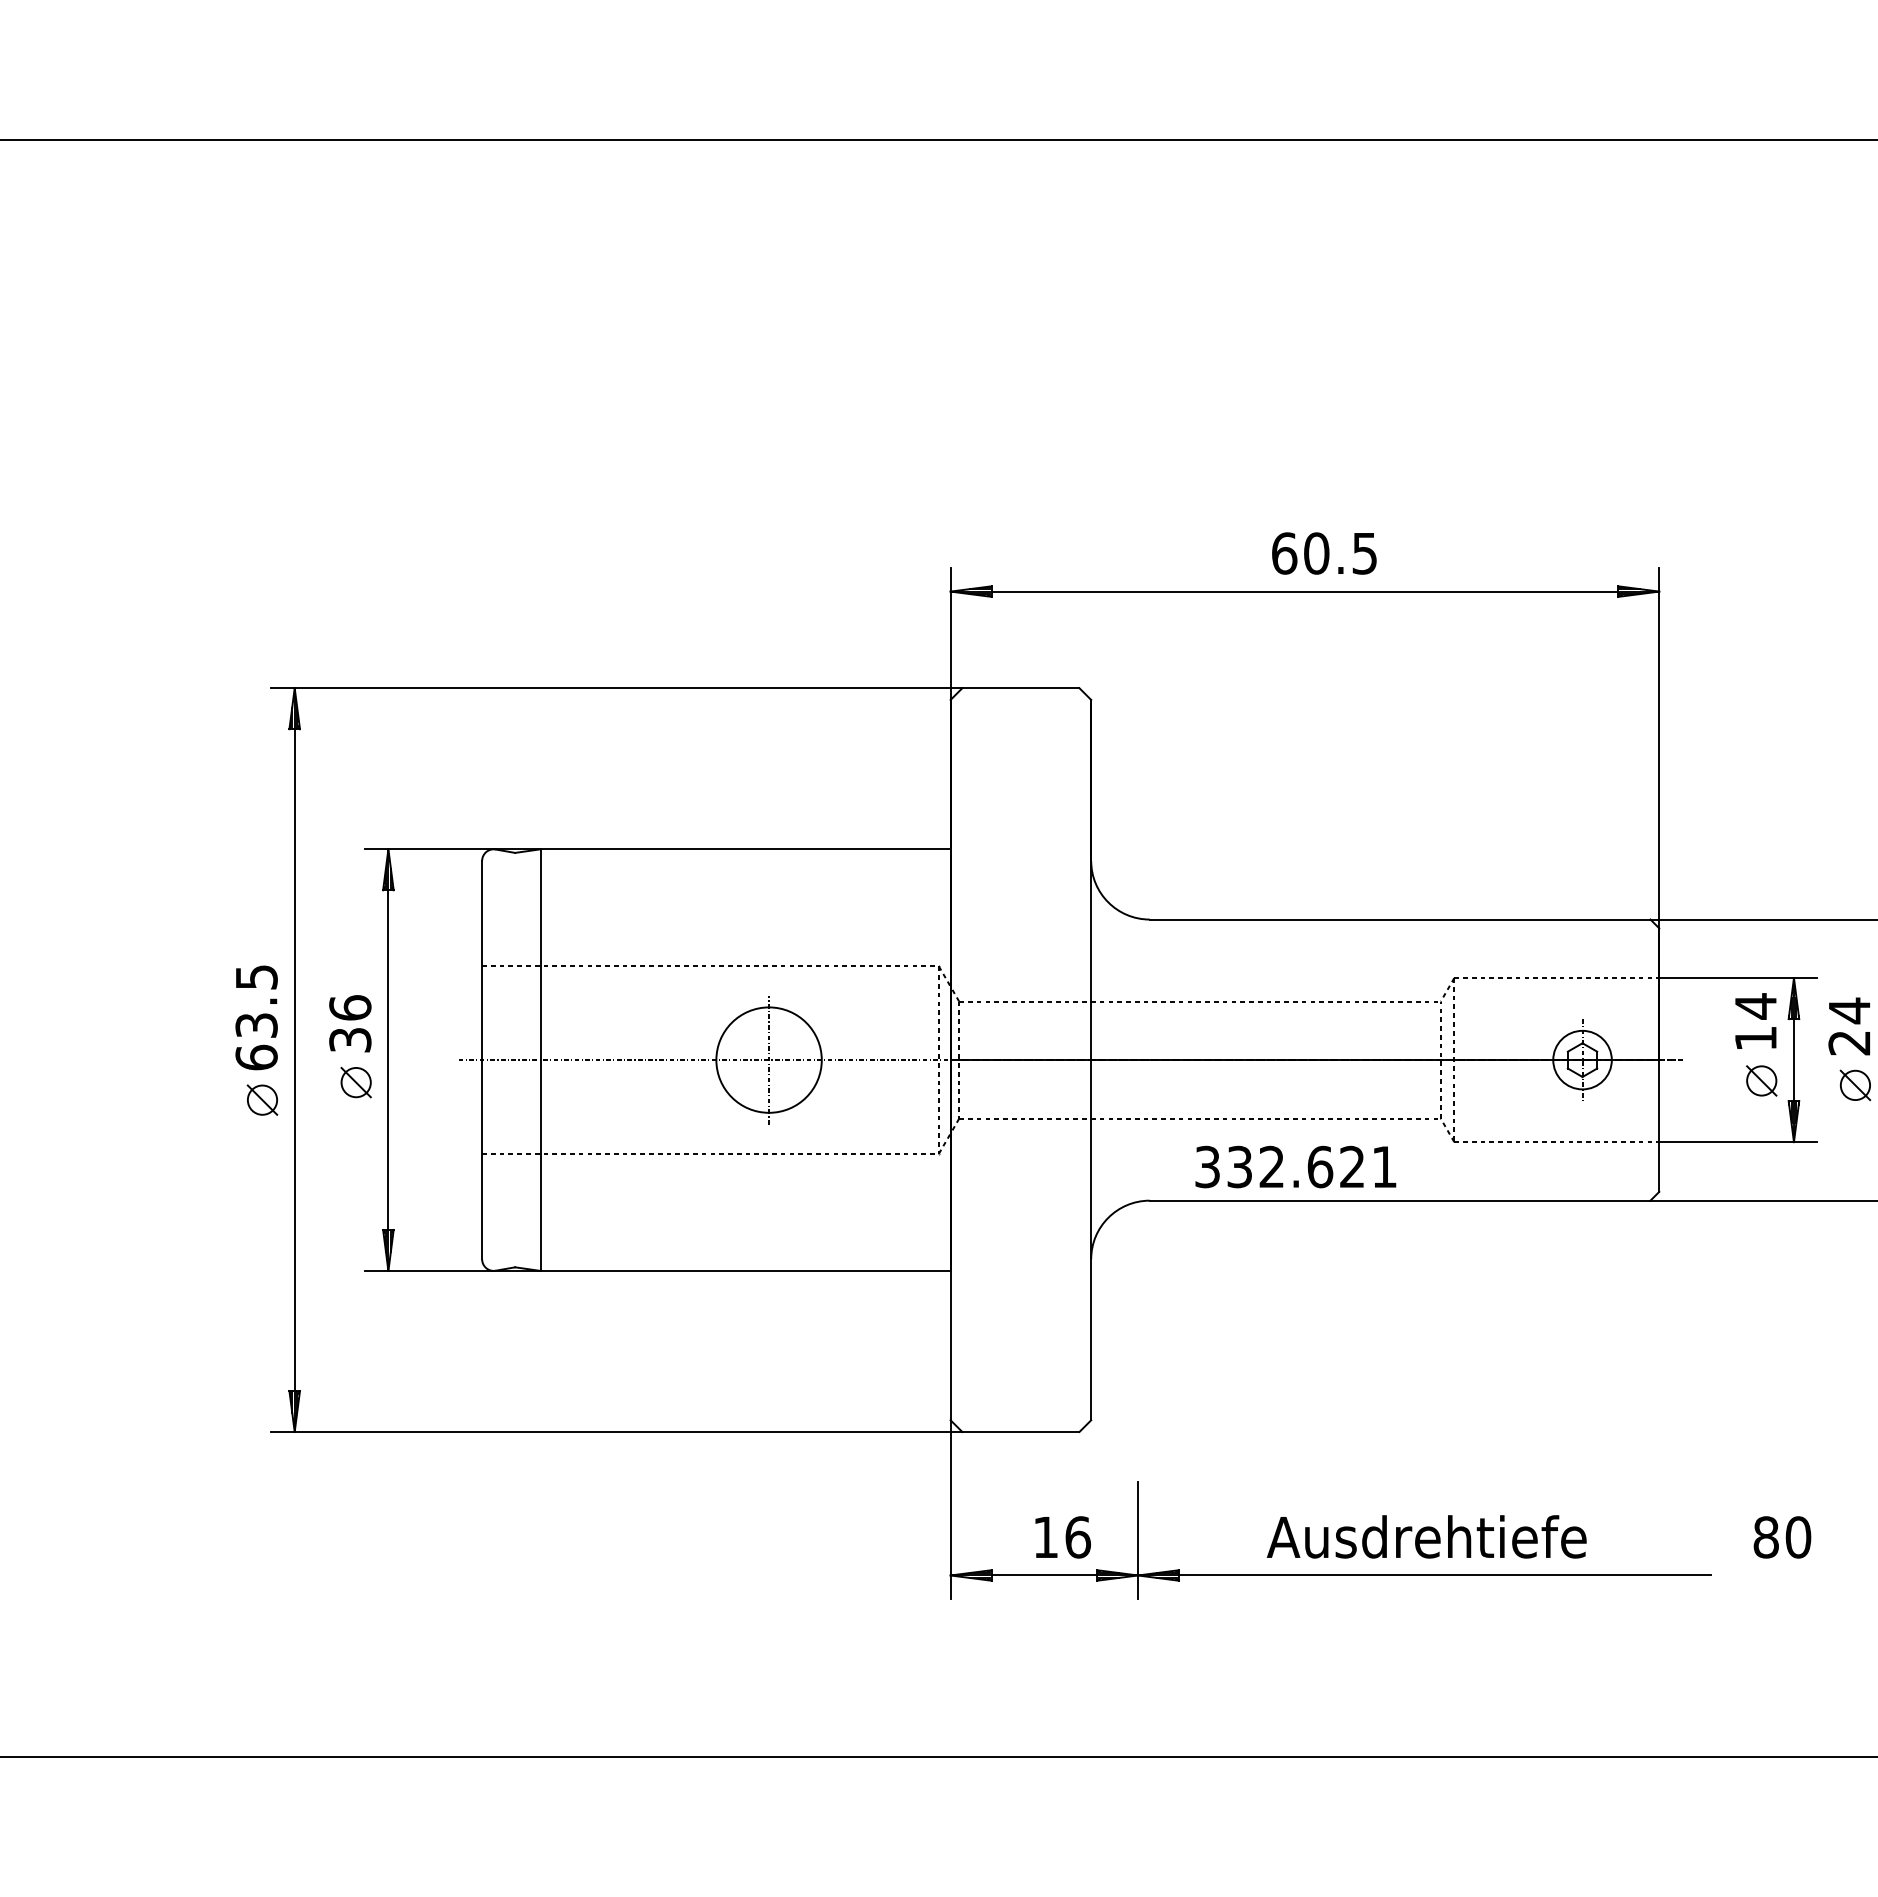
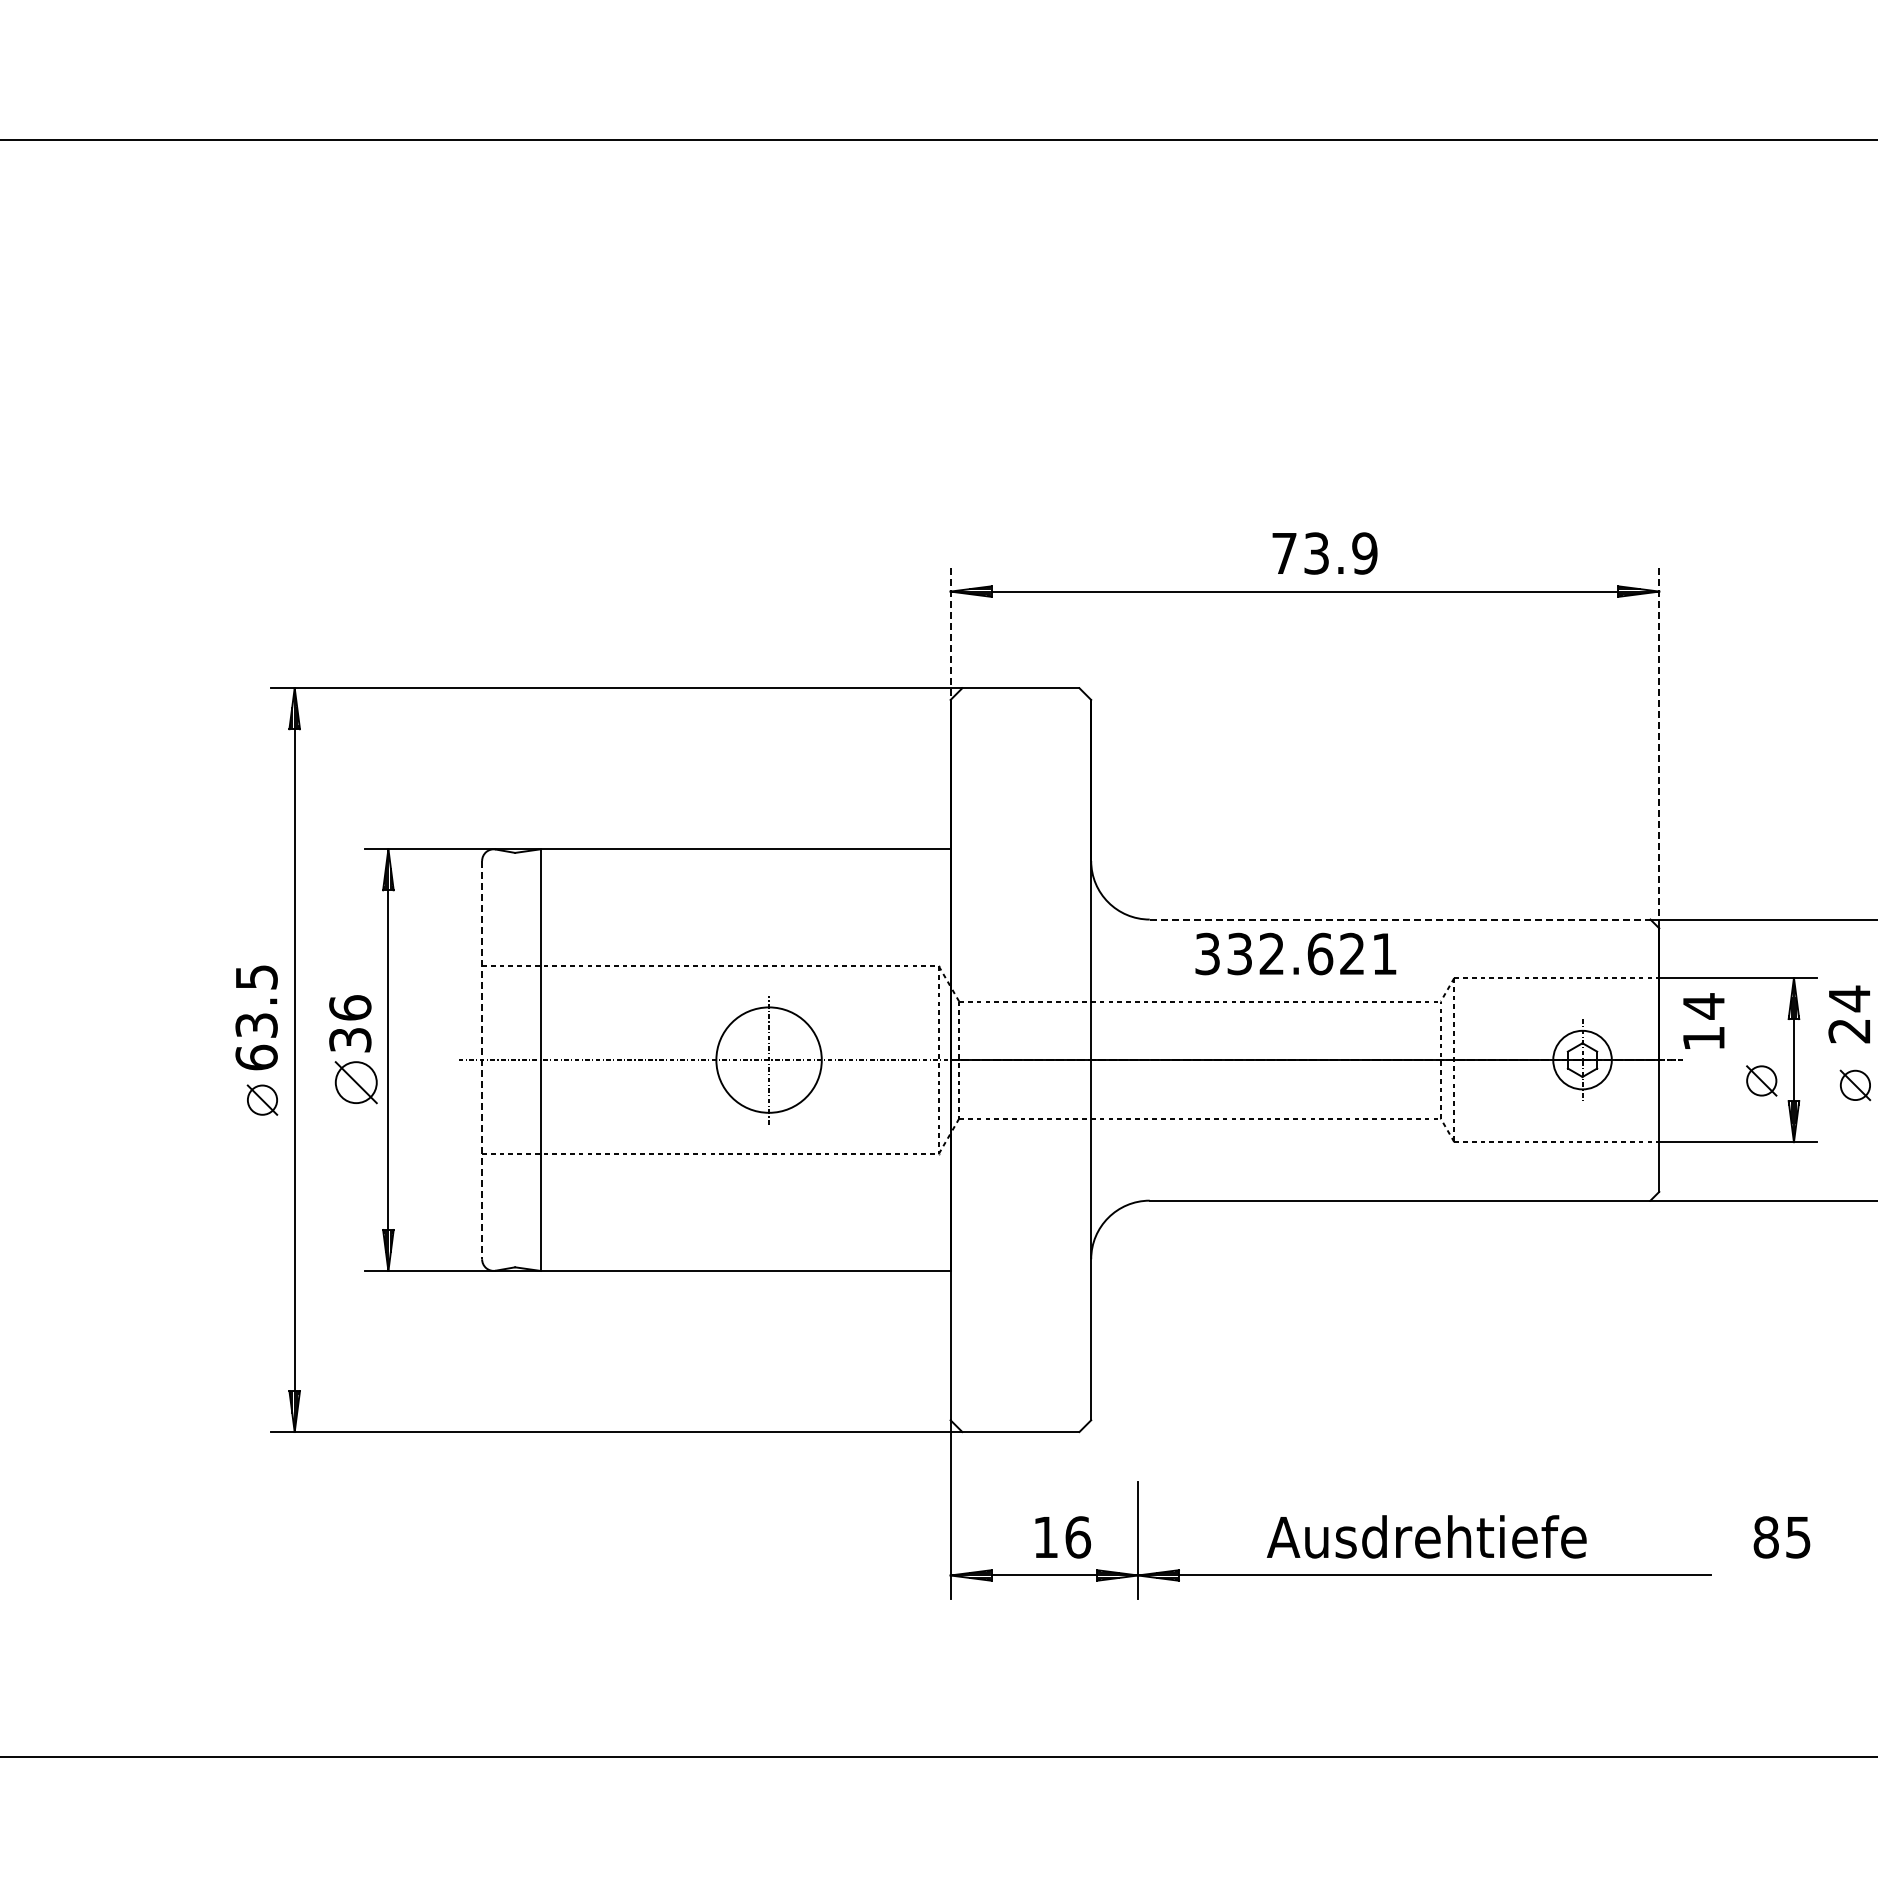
text at (1324, 553): 60.5 -> 73.9
line at (950, 634): solid -> dashed
line at (1659, 748): solid -> dashed
line at (1400, 919): solid -> dashed
text at (1755, 1020) position: (1755, 1020) -> (1703, 1020)
text at (1848, 1026) position: (1848, 1026) -> (1848, 1014)
line at (482, 1060): solid -> dashed
part at (355, 1082) size: 32x33 px -> 44x44 px
text at (1295, 1166) position: (1295, 1166) -> (1295, 953)
text at (1798, 1537): 80 -> 85
